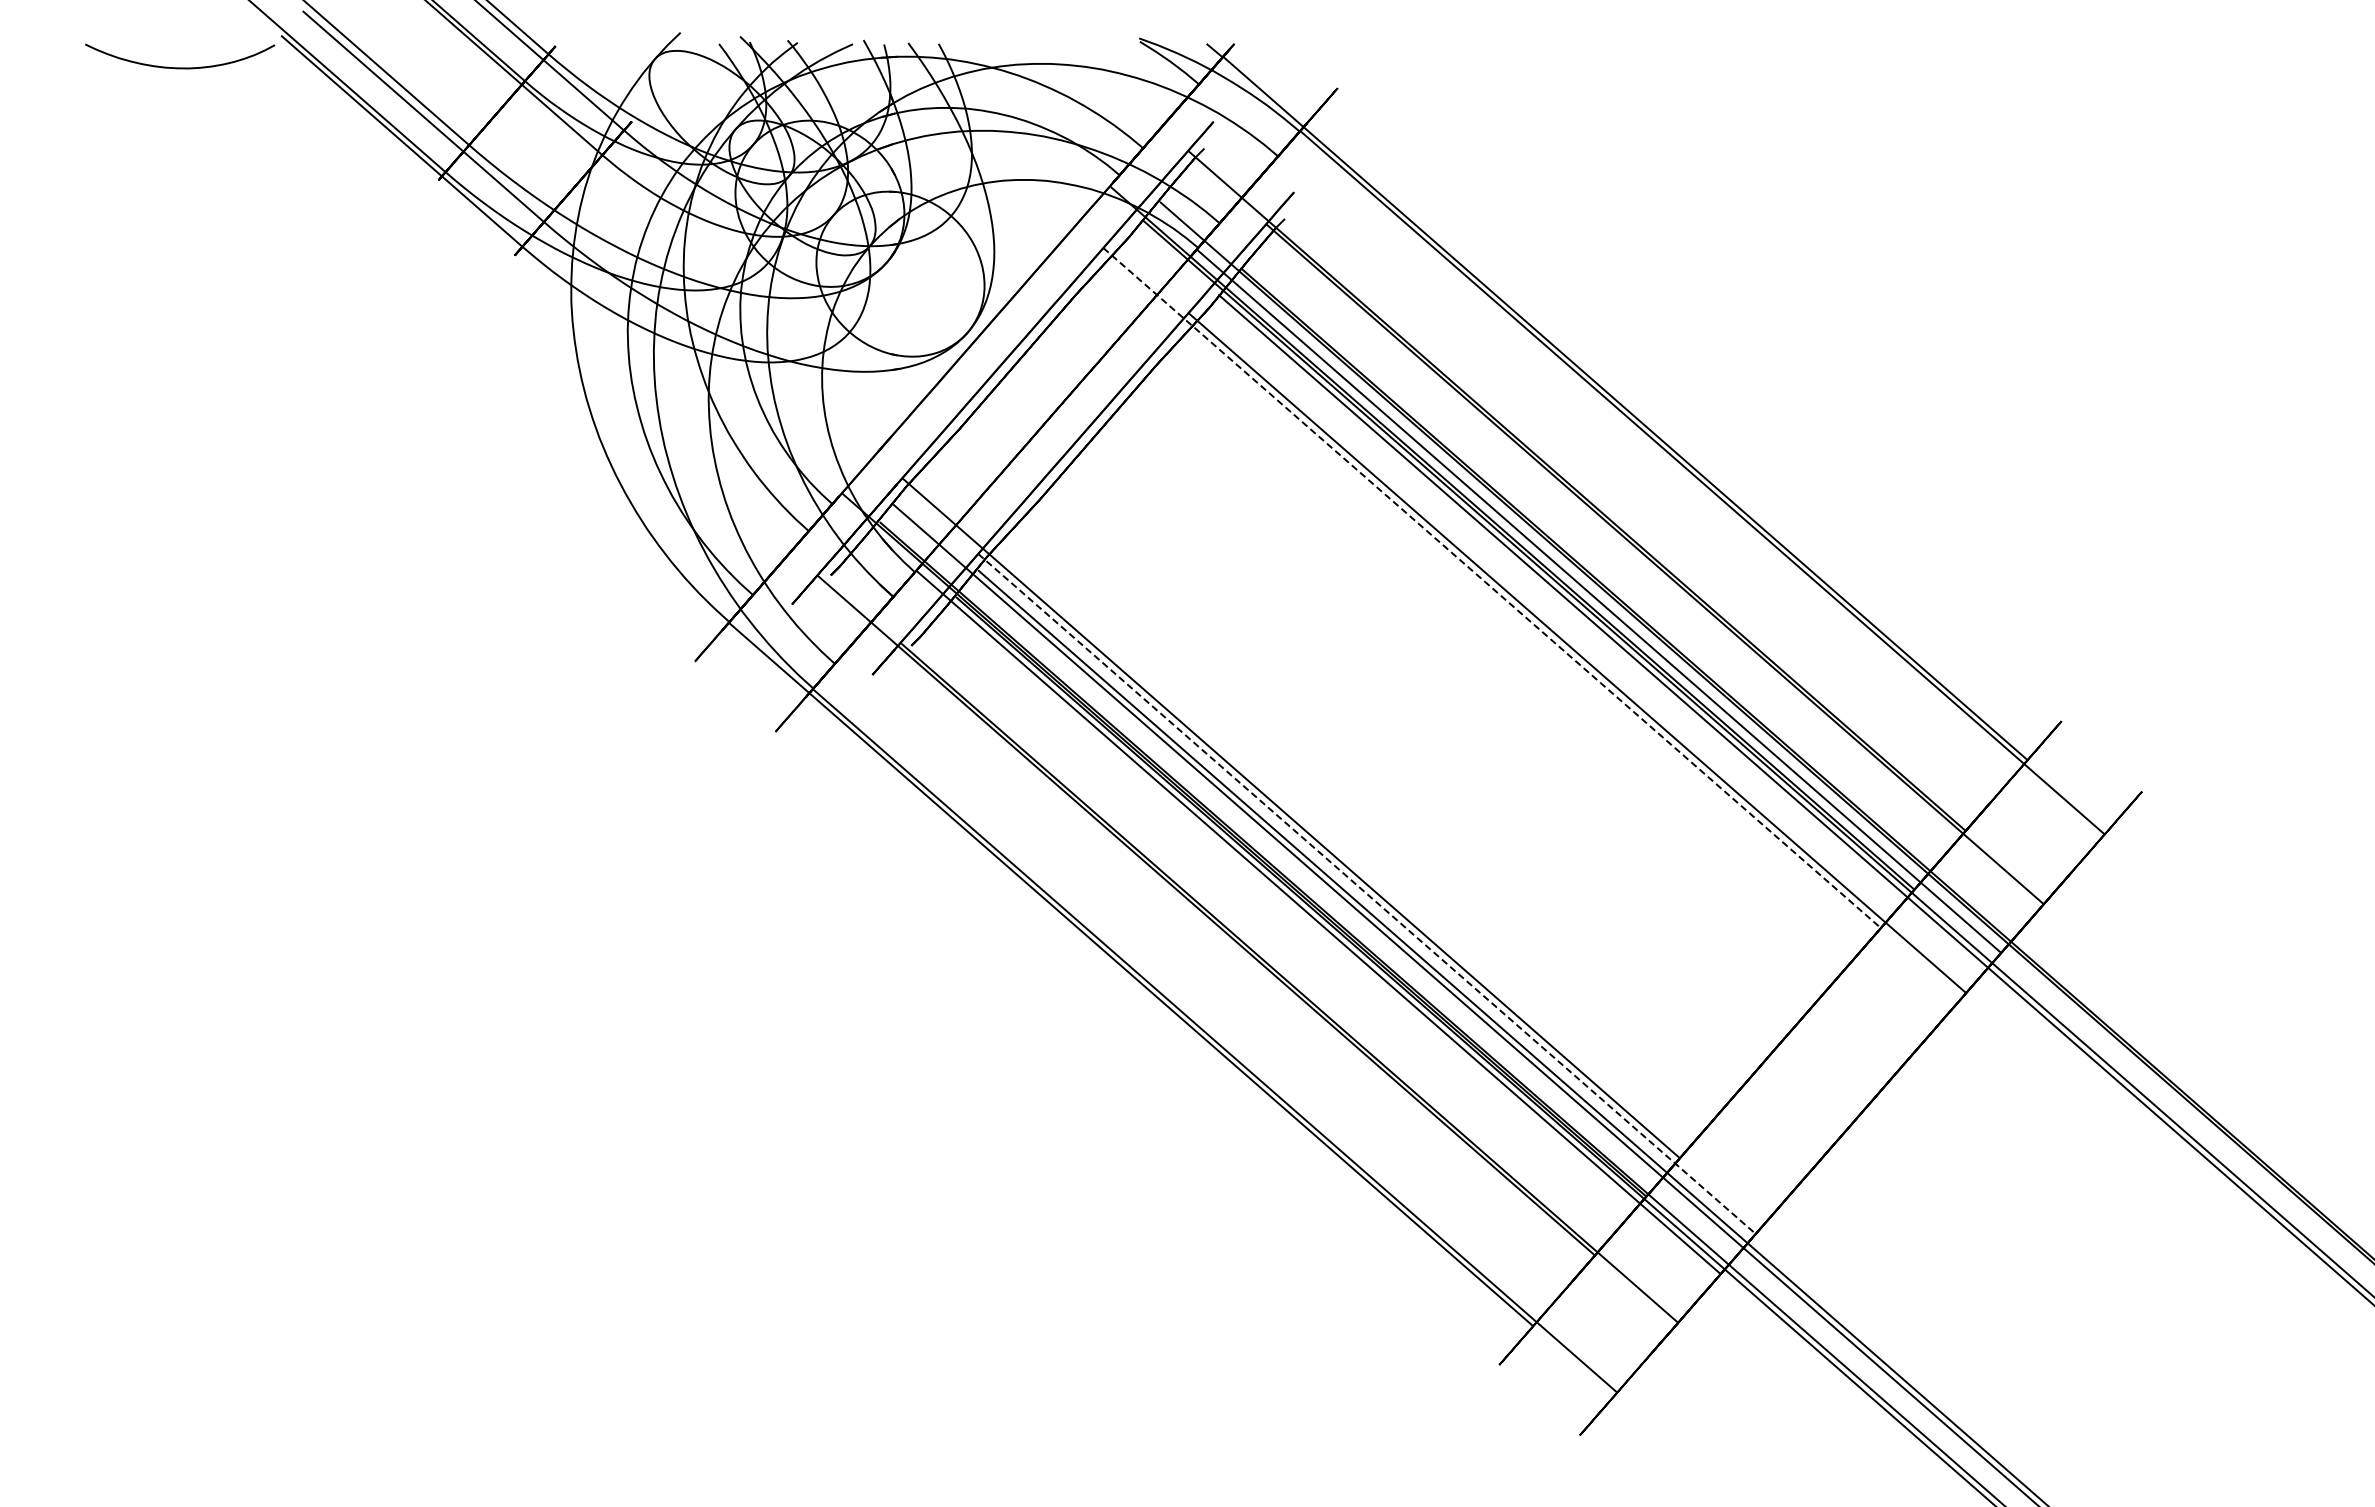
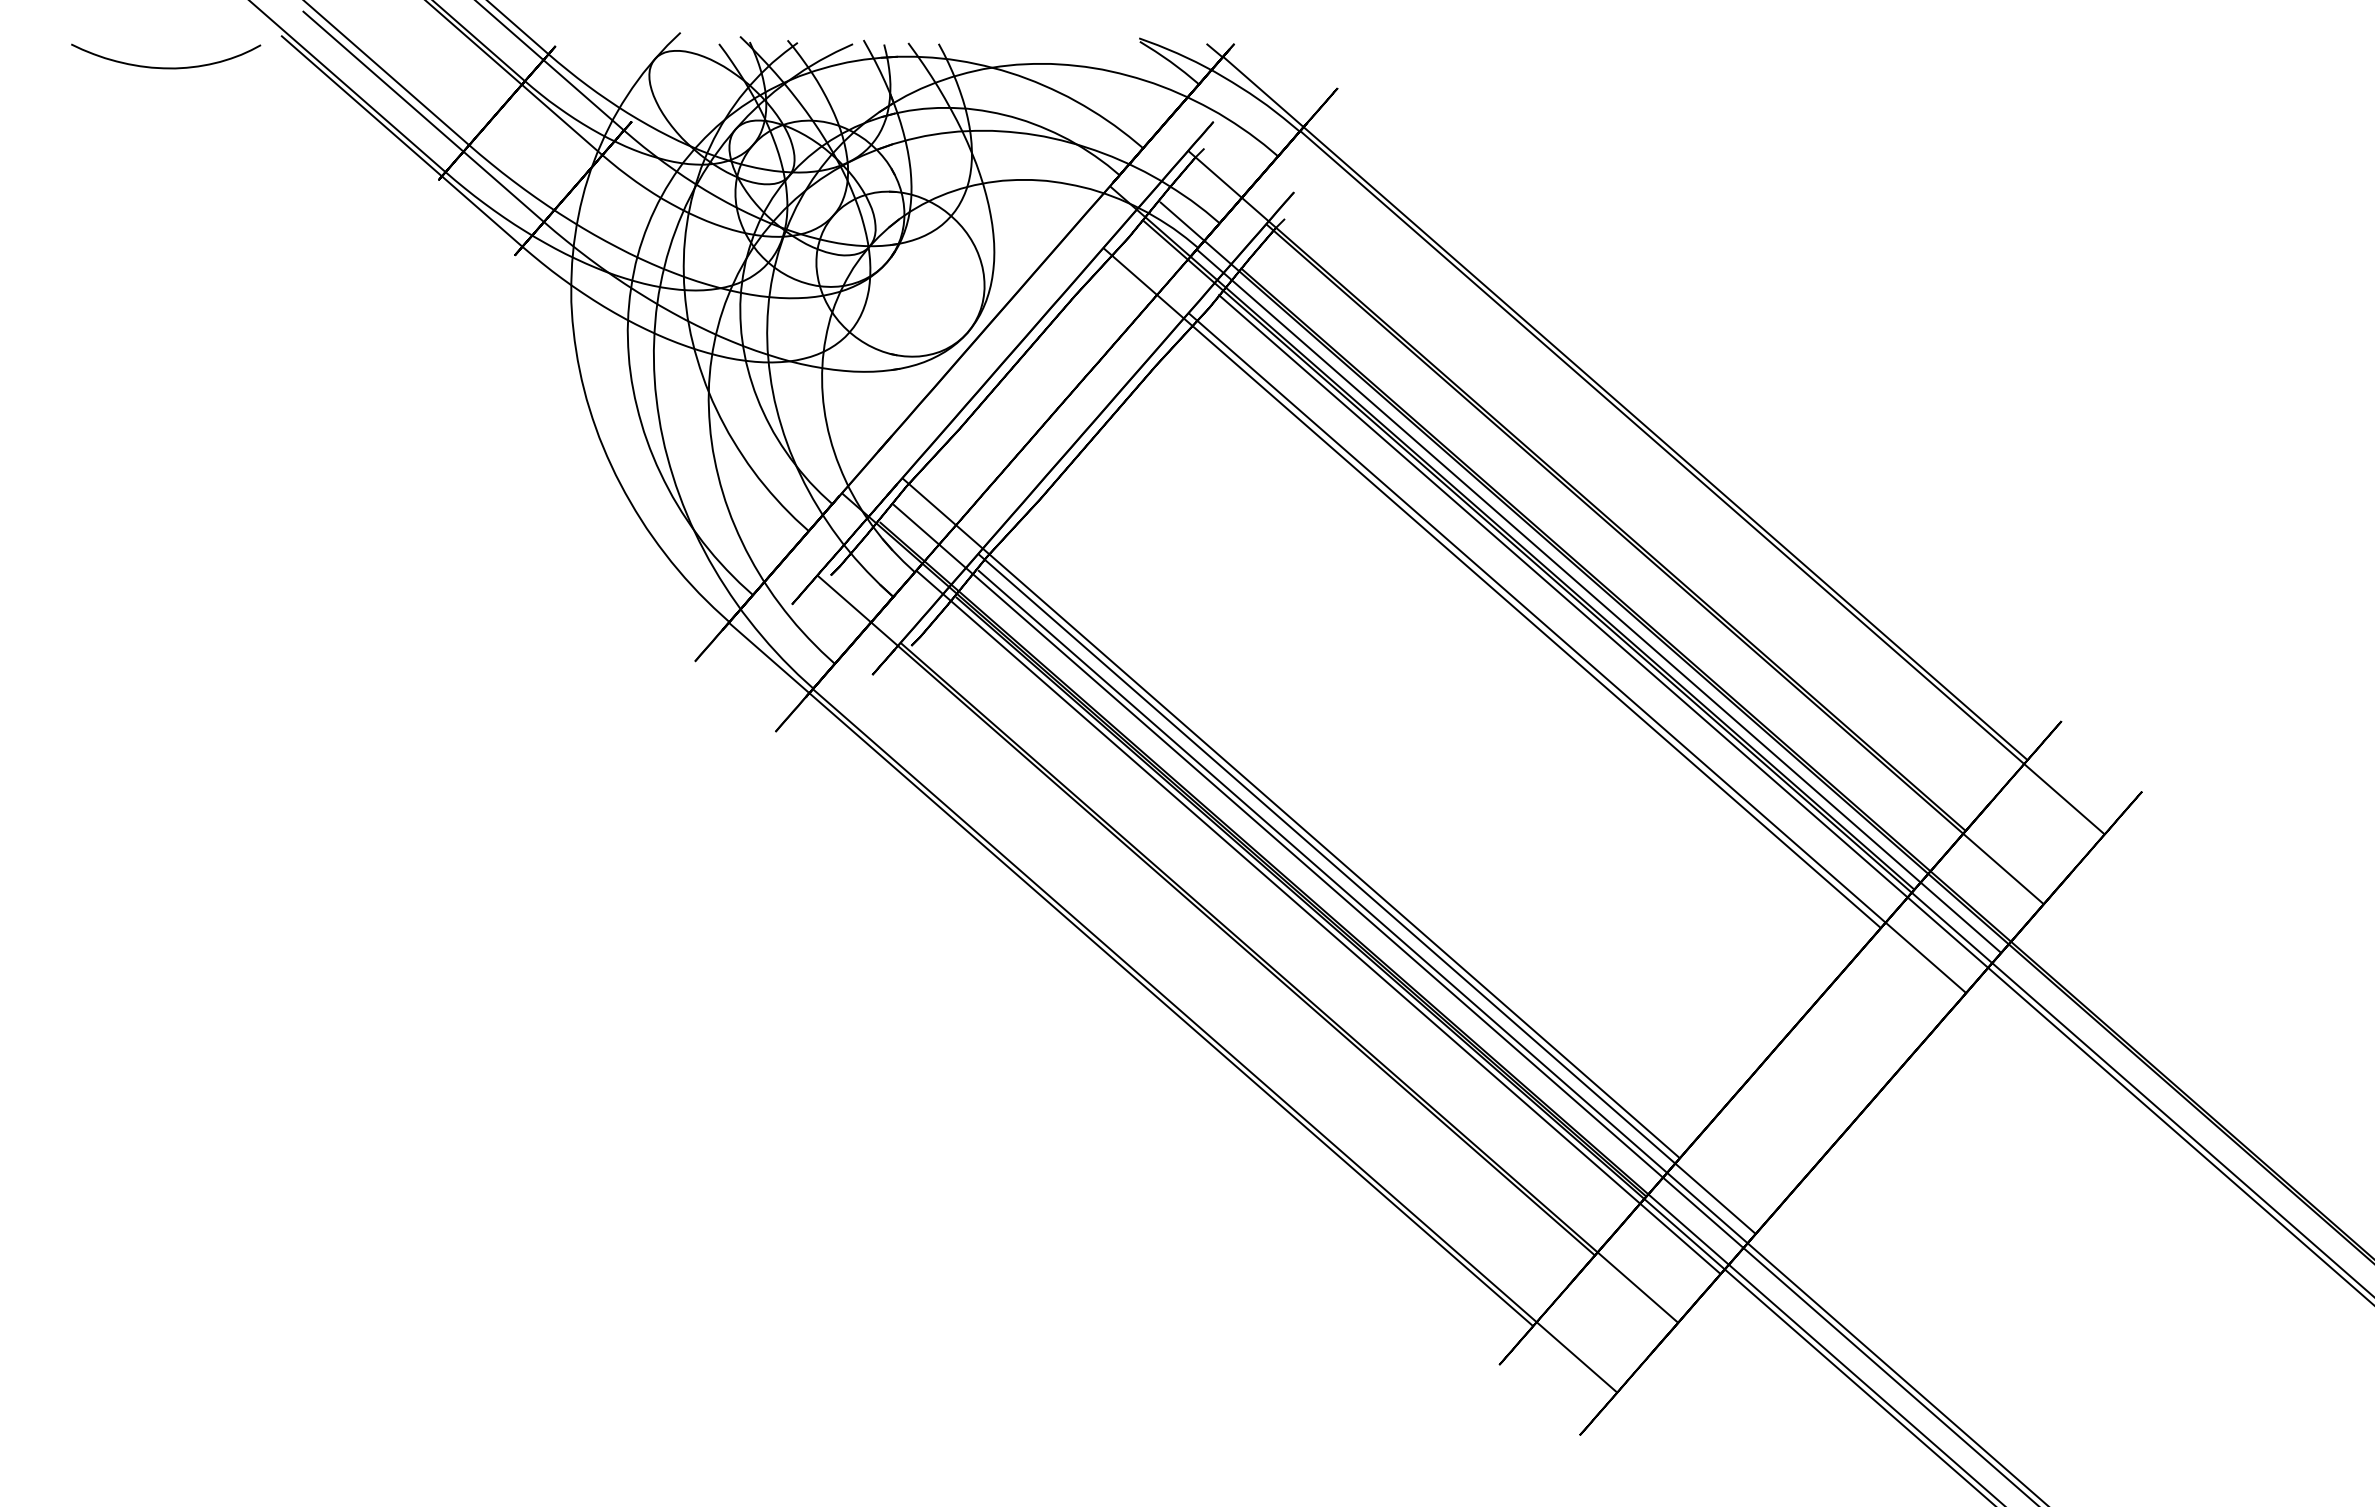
curve at (180, 67) position: (180, 67) -> (166, 67)
line at (1492, 588): dashed -> solid
line at (1367, 894): dashed -> solid
